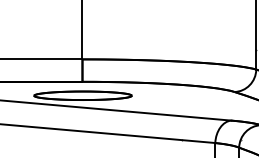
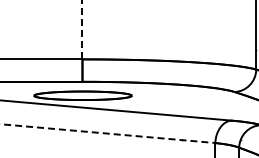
line at (82, 29): solid -> dashed
line at (107, 133): solid -> dashed
